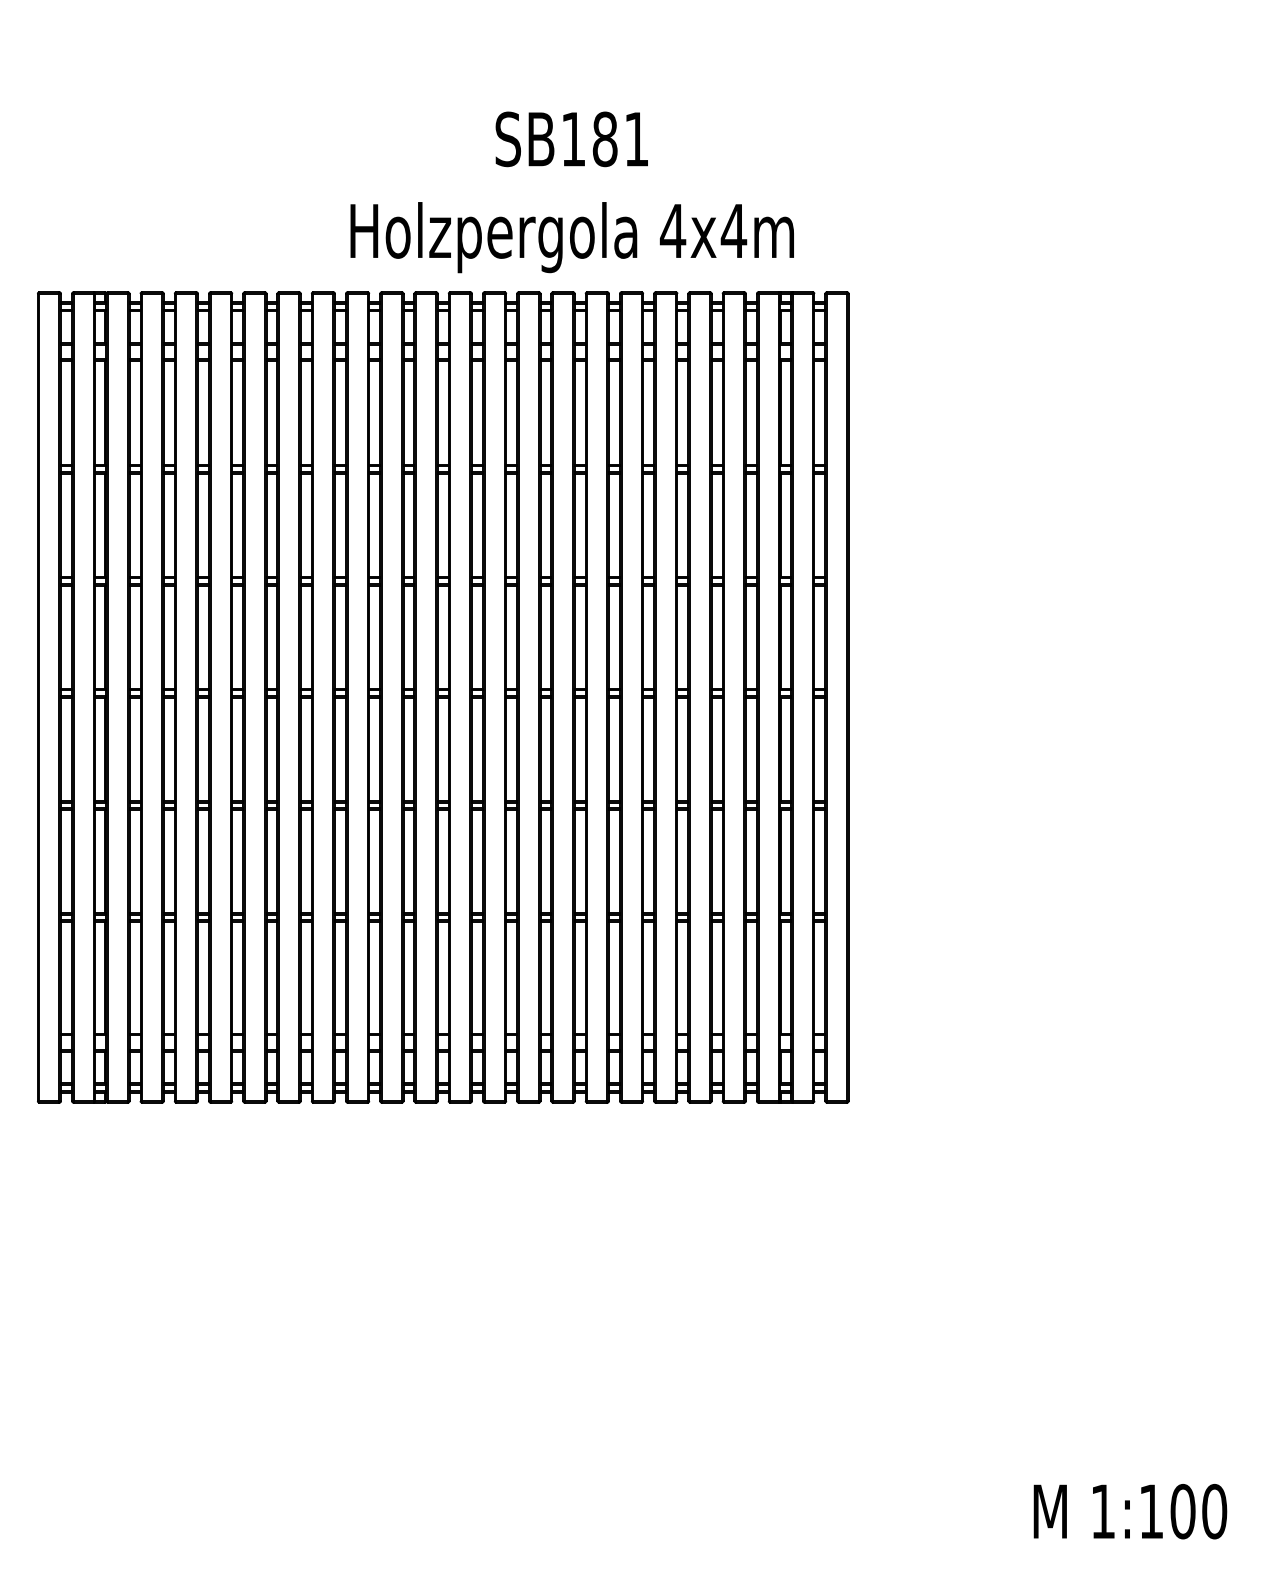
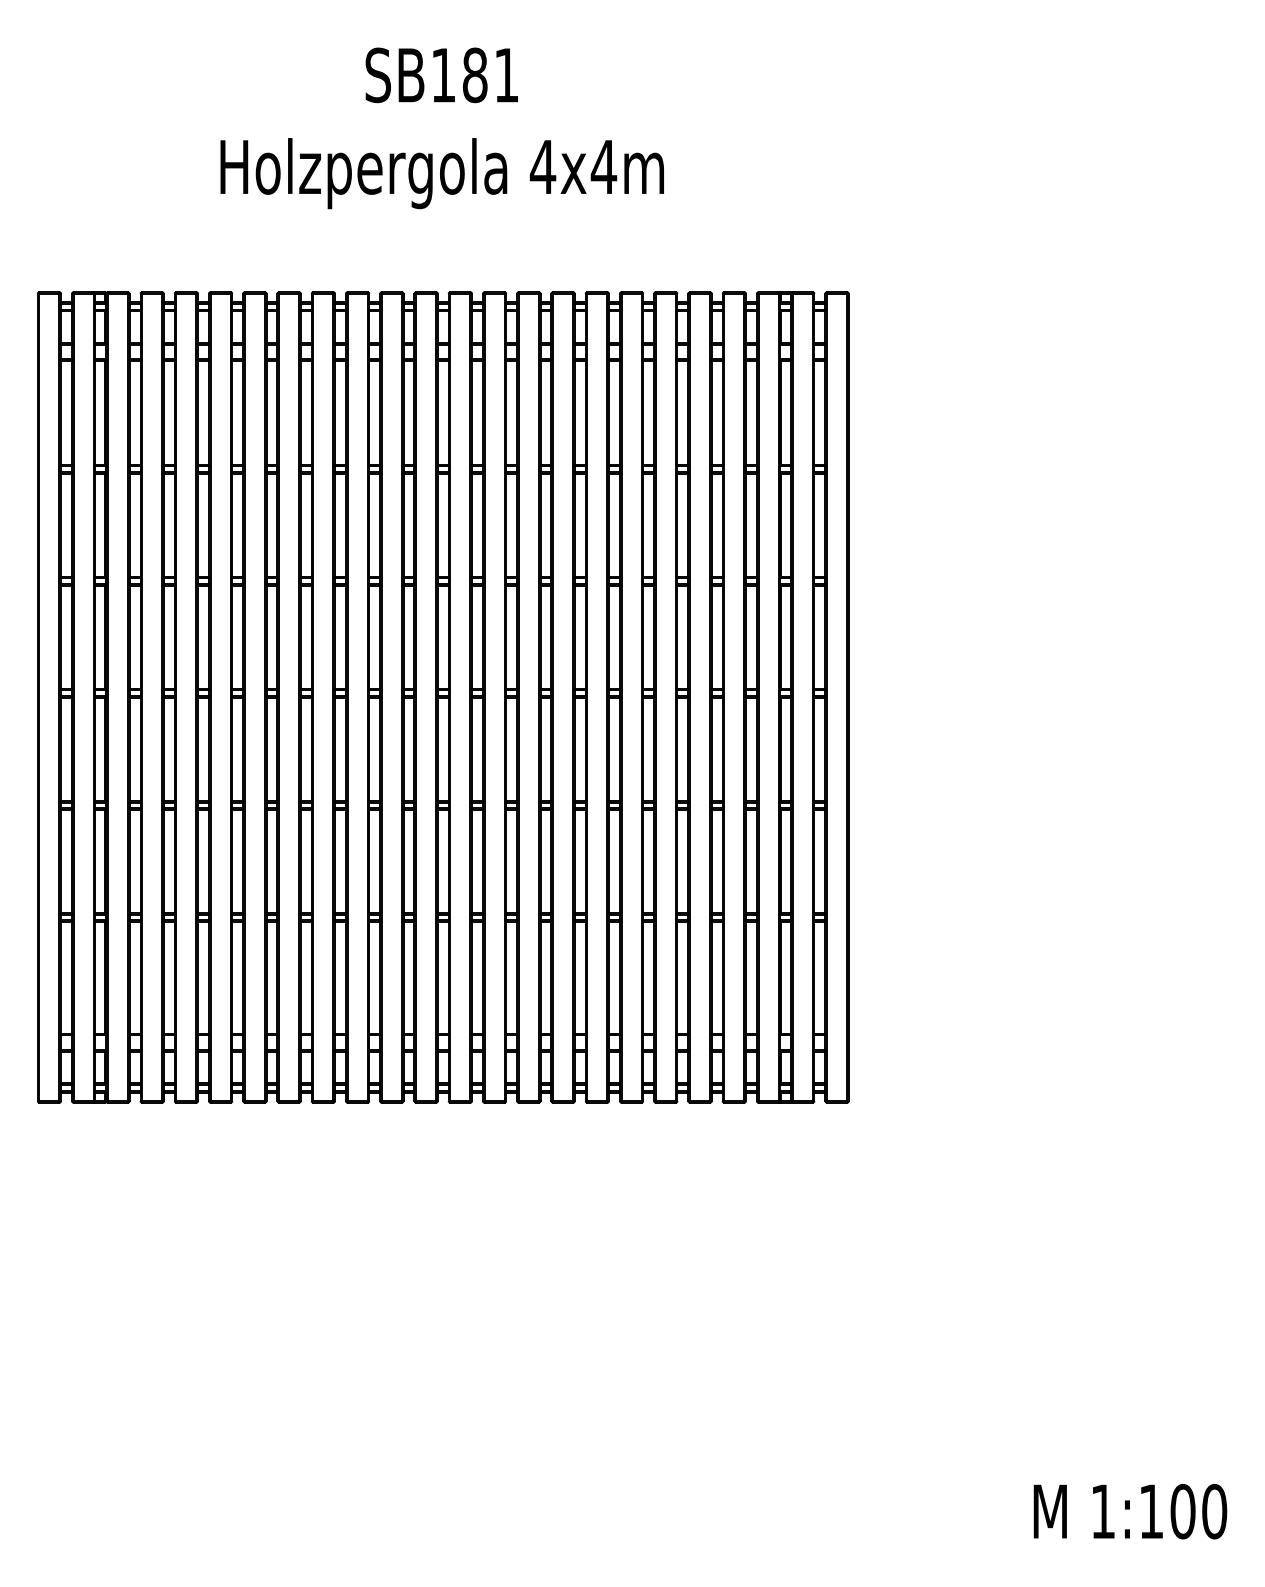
text at (571, 192) position: (571, 192) -> (441, 128)
